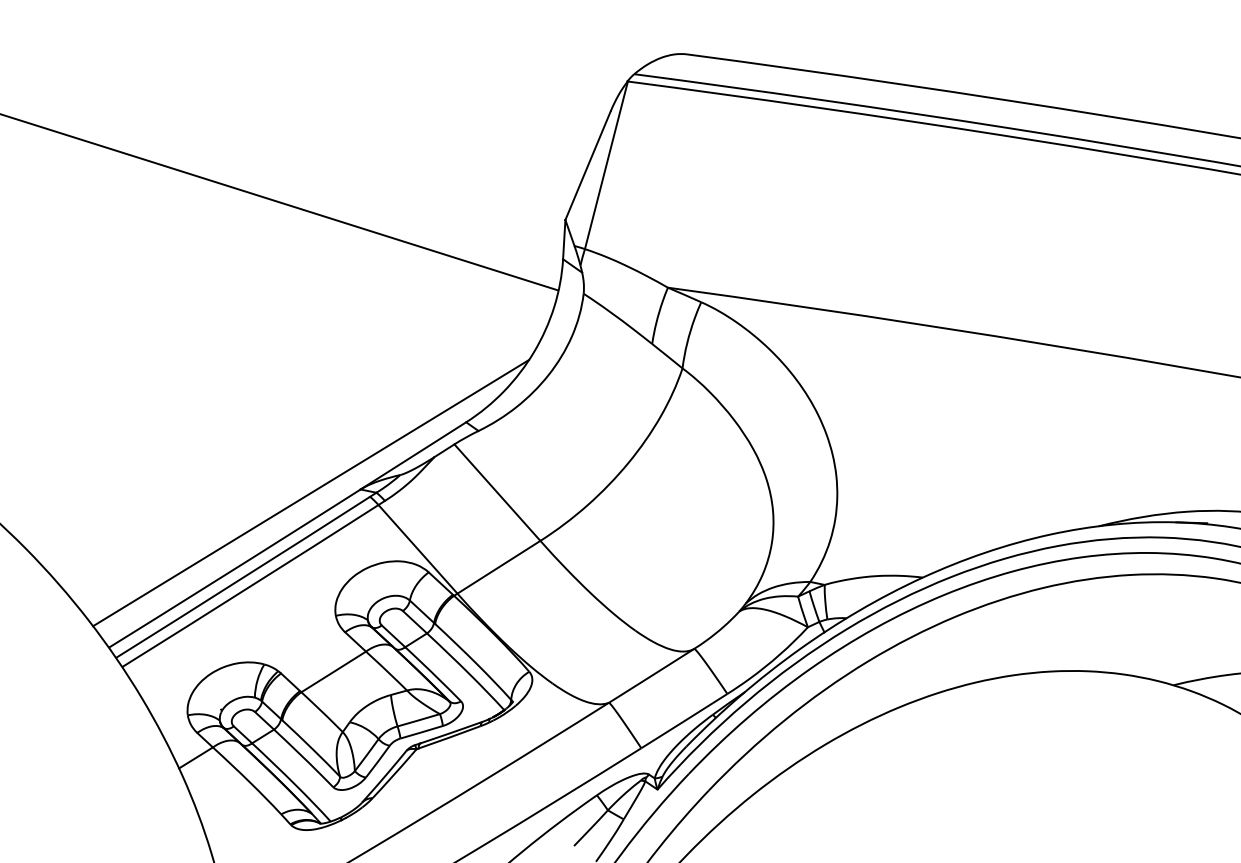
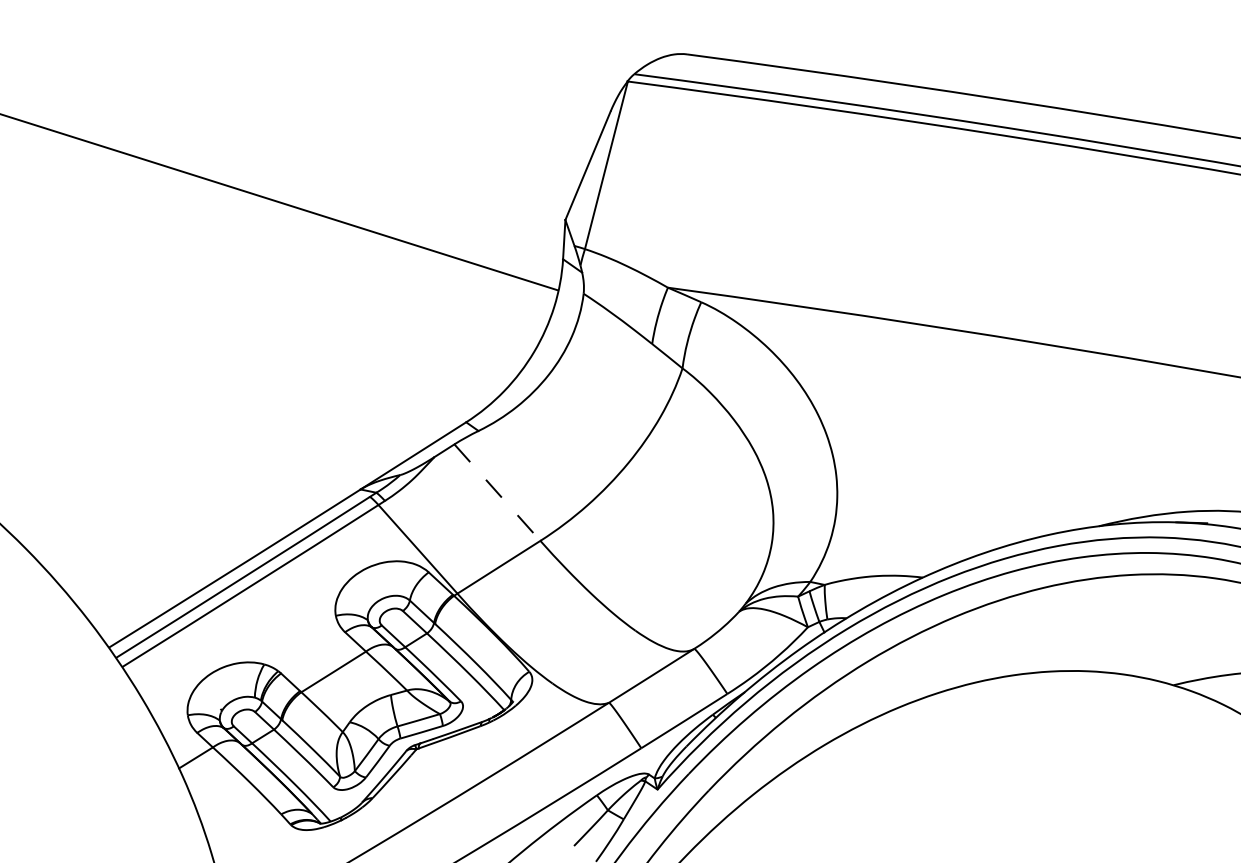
line at (311, 492): present -> none
line at (497, 492): solid -> dashed
